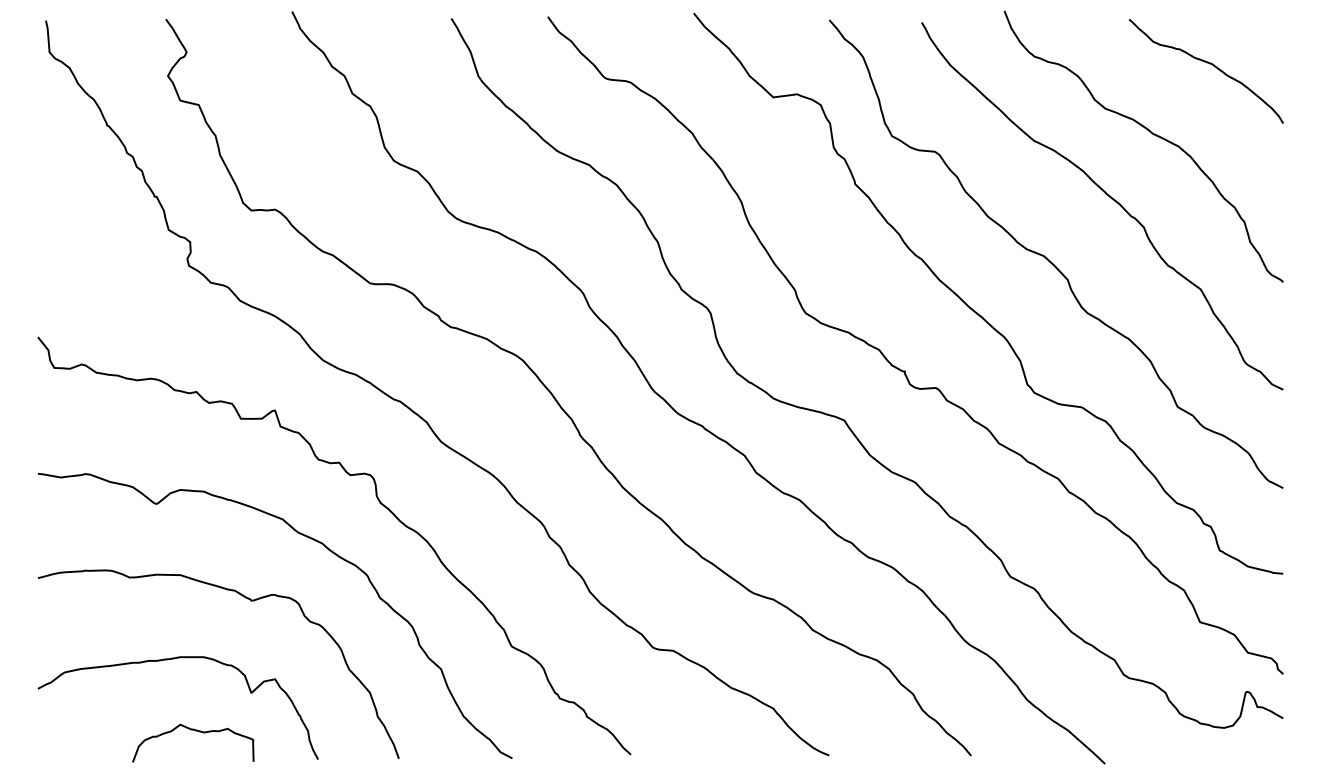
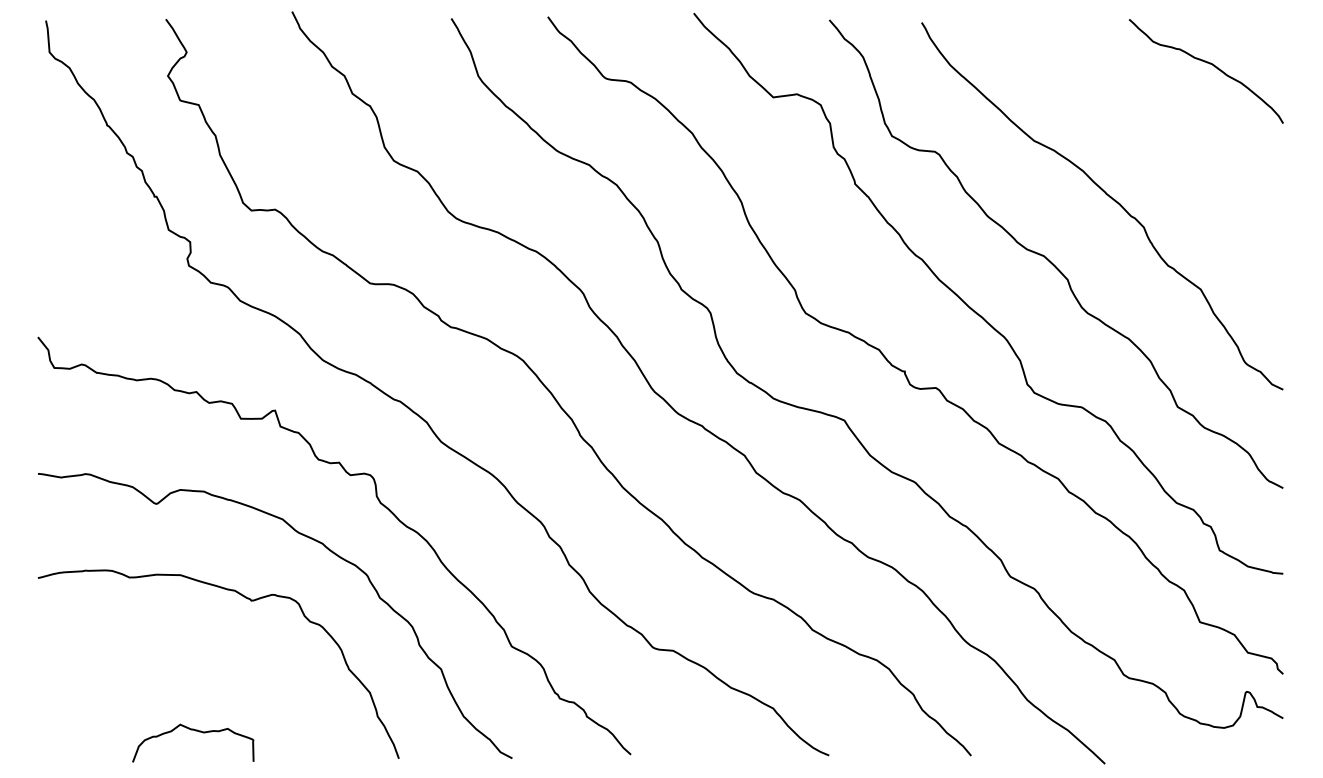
curve at (1152, 134): present -> none
curve at (168, 660): present -> none
